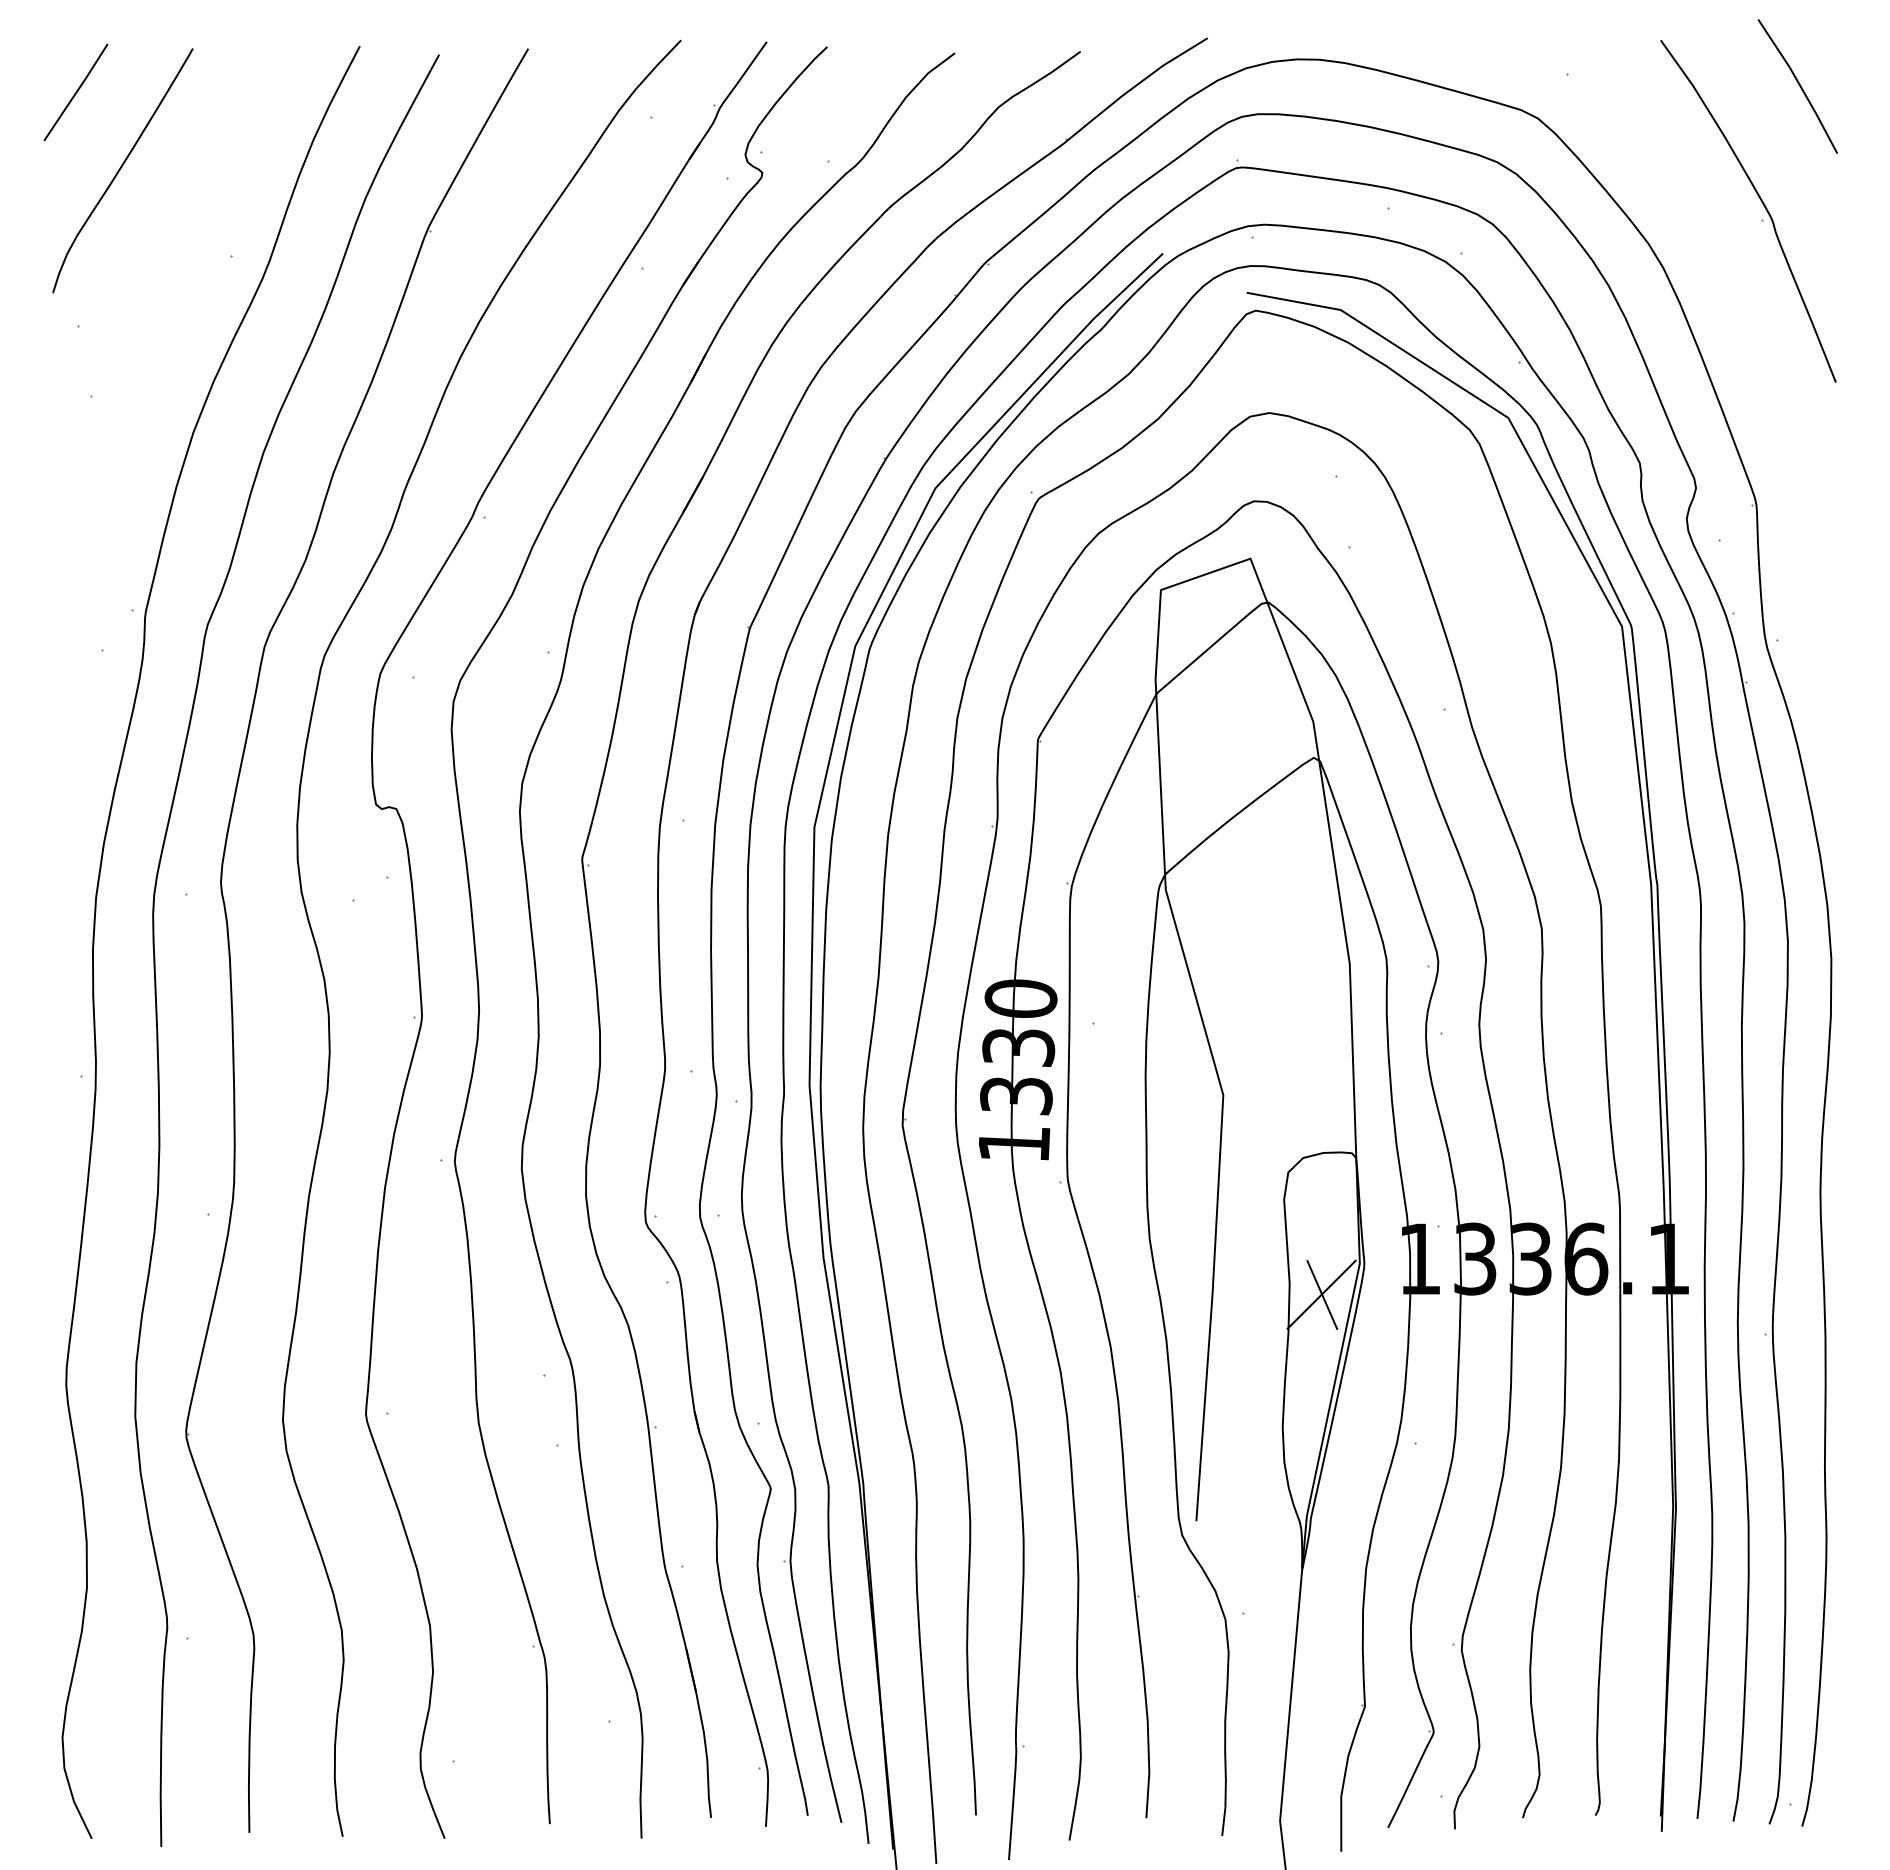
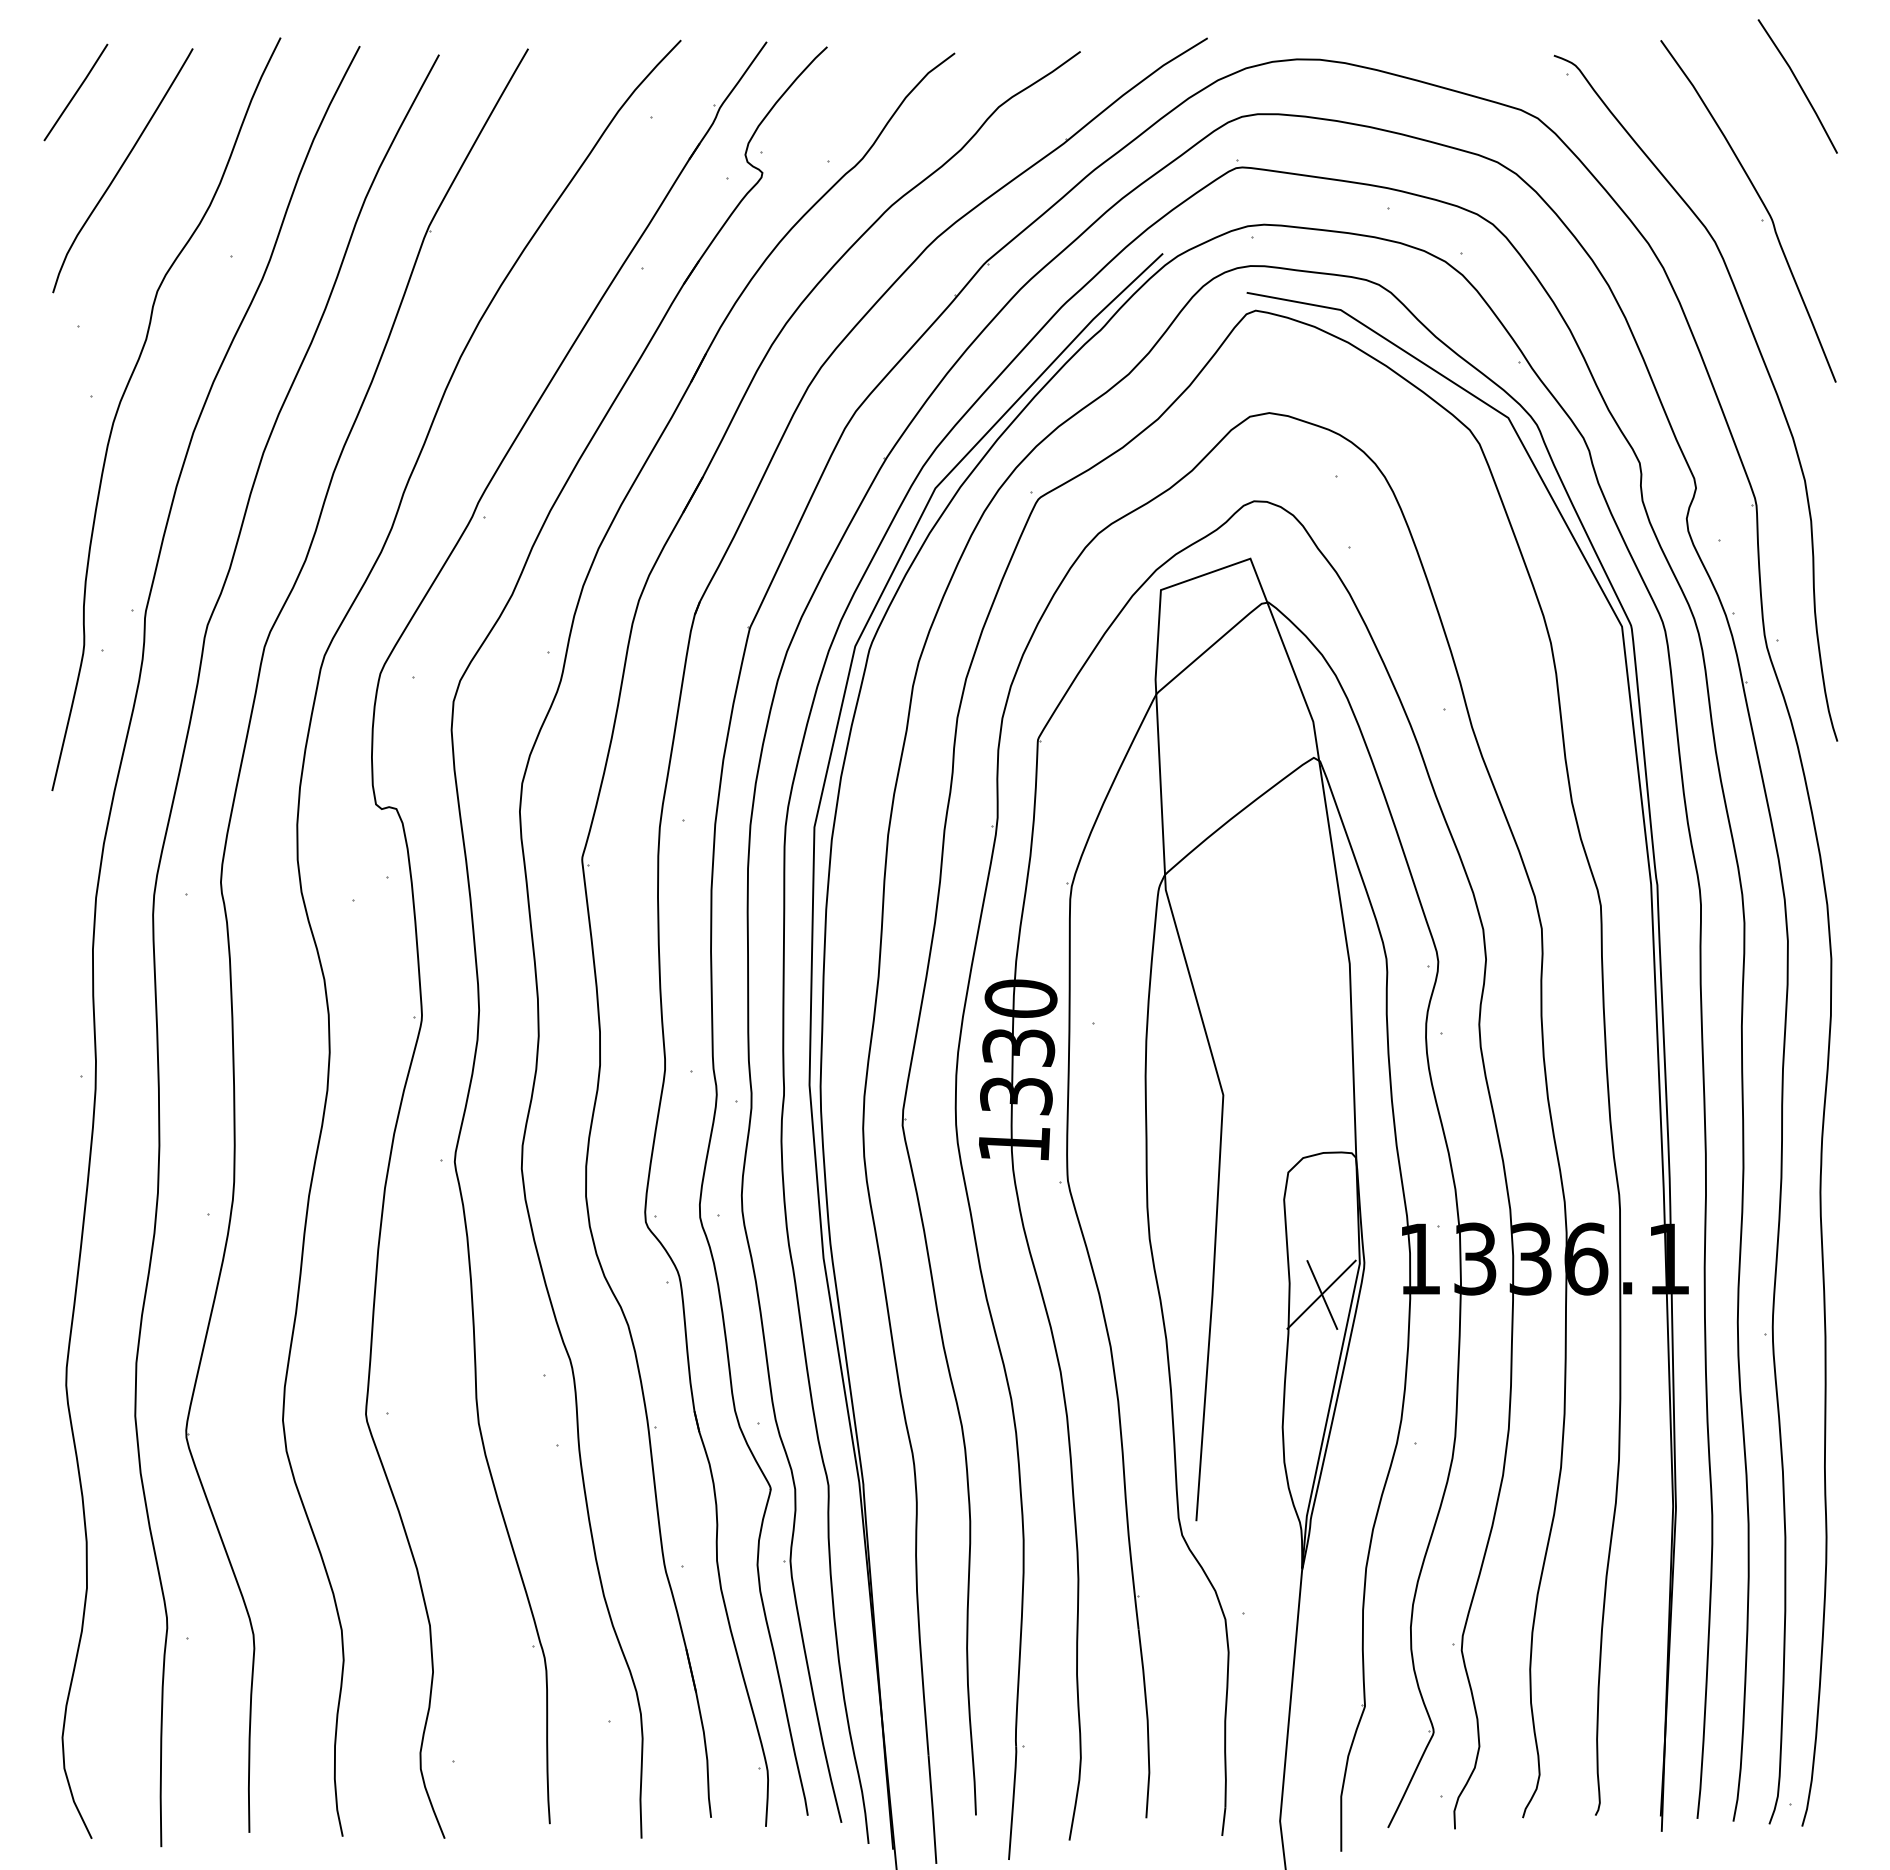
curve at (1765, 368): none -> present
curve at (124, 395): none -> present
